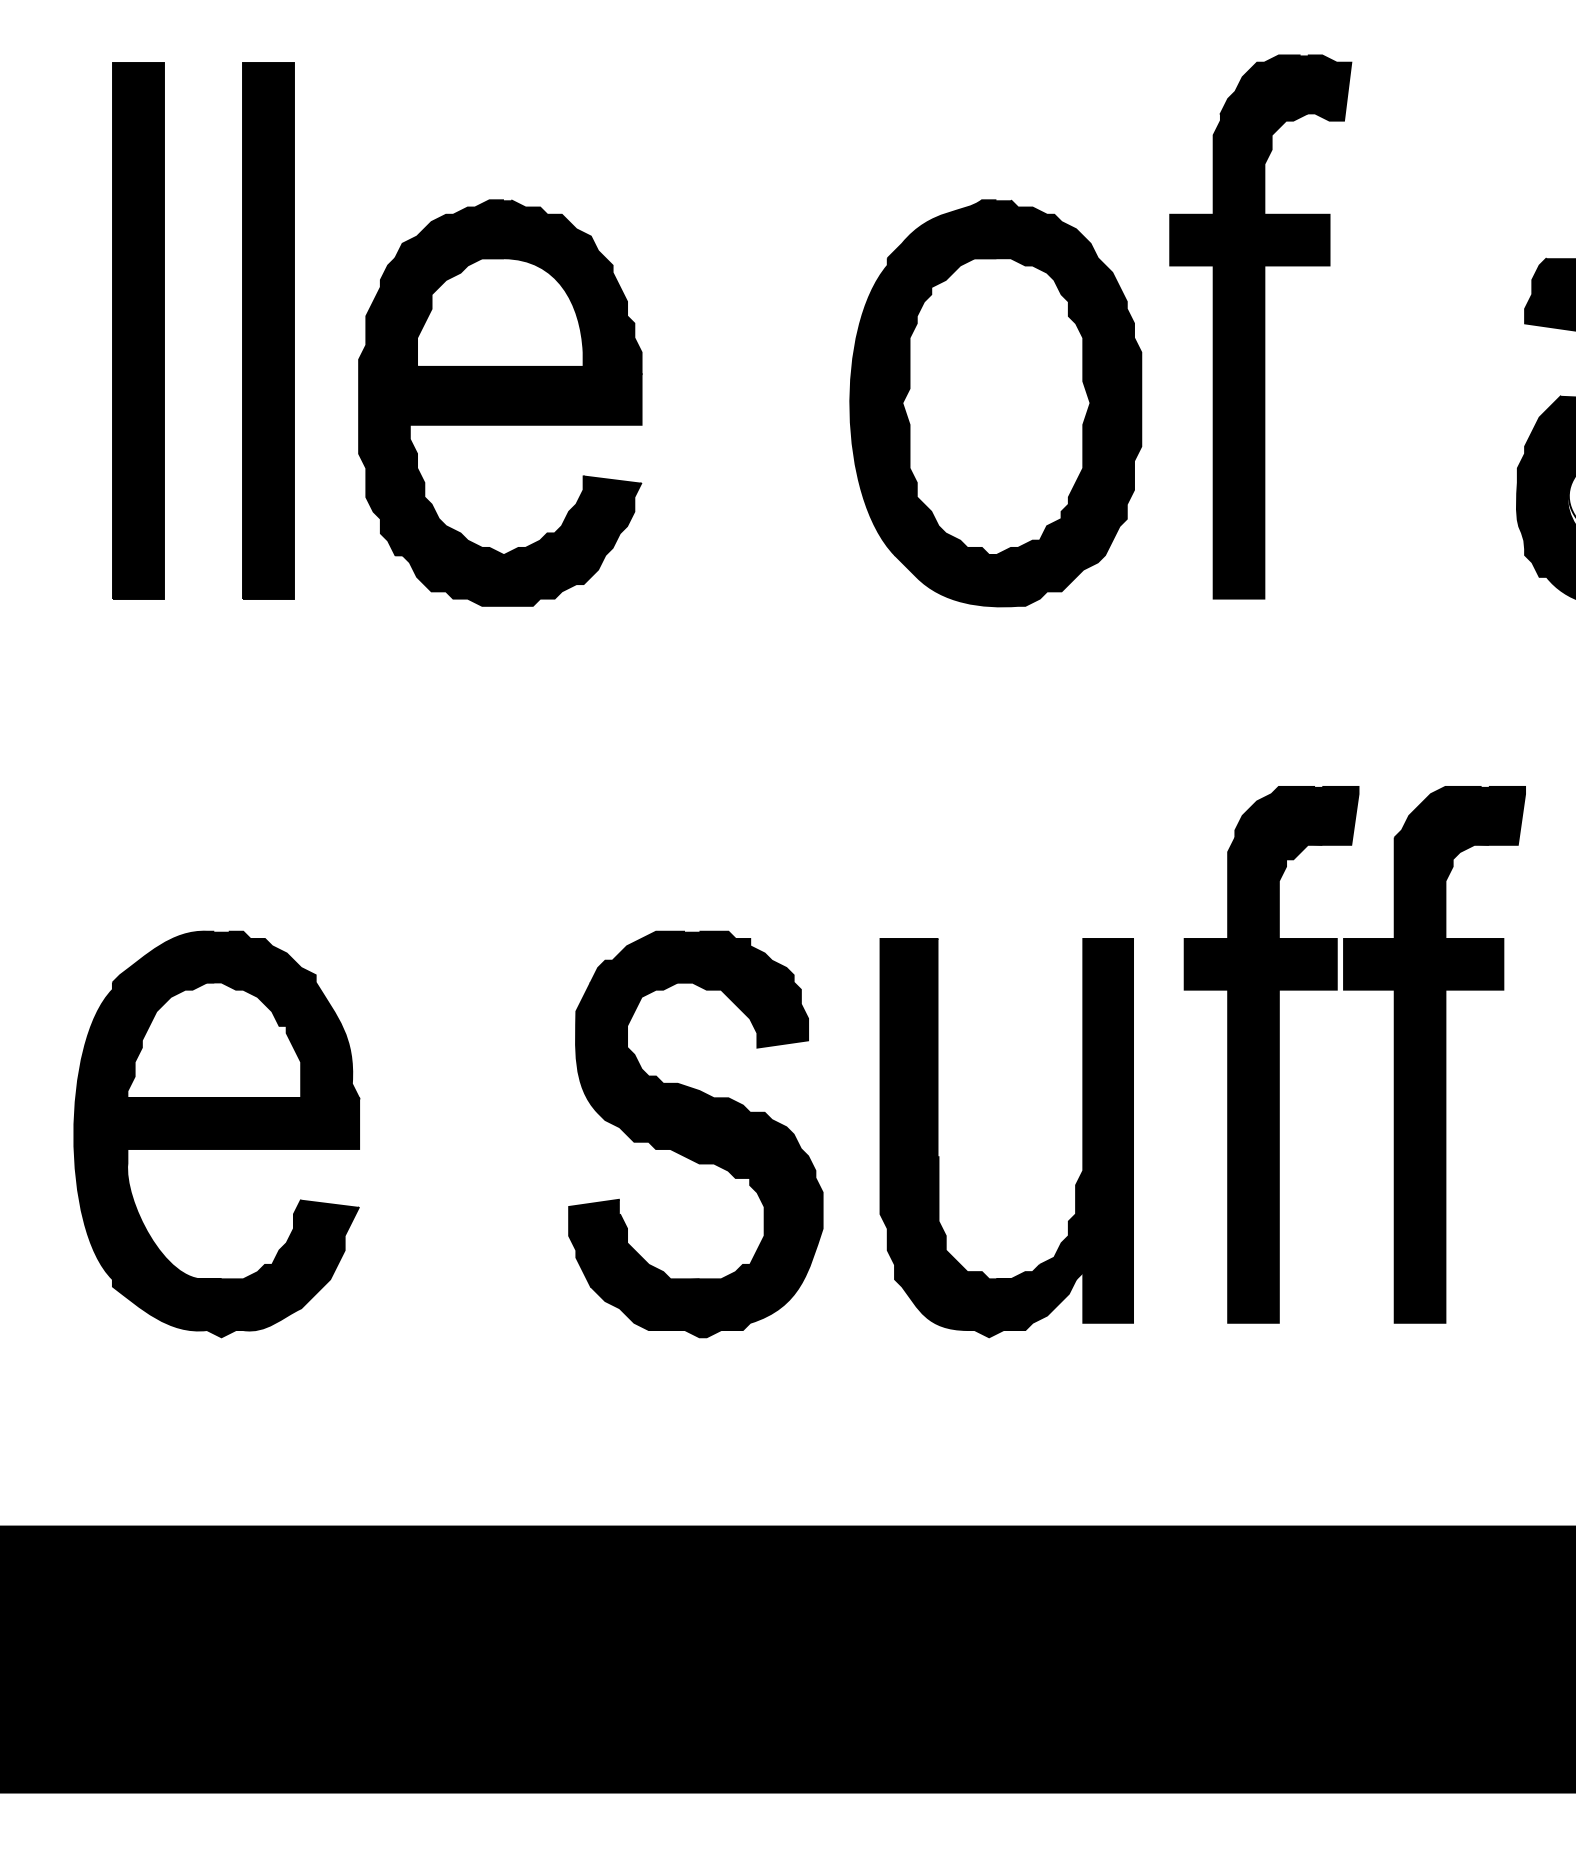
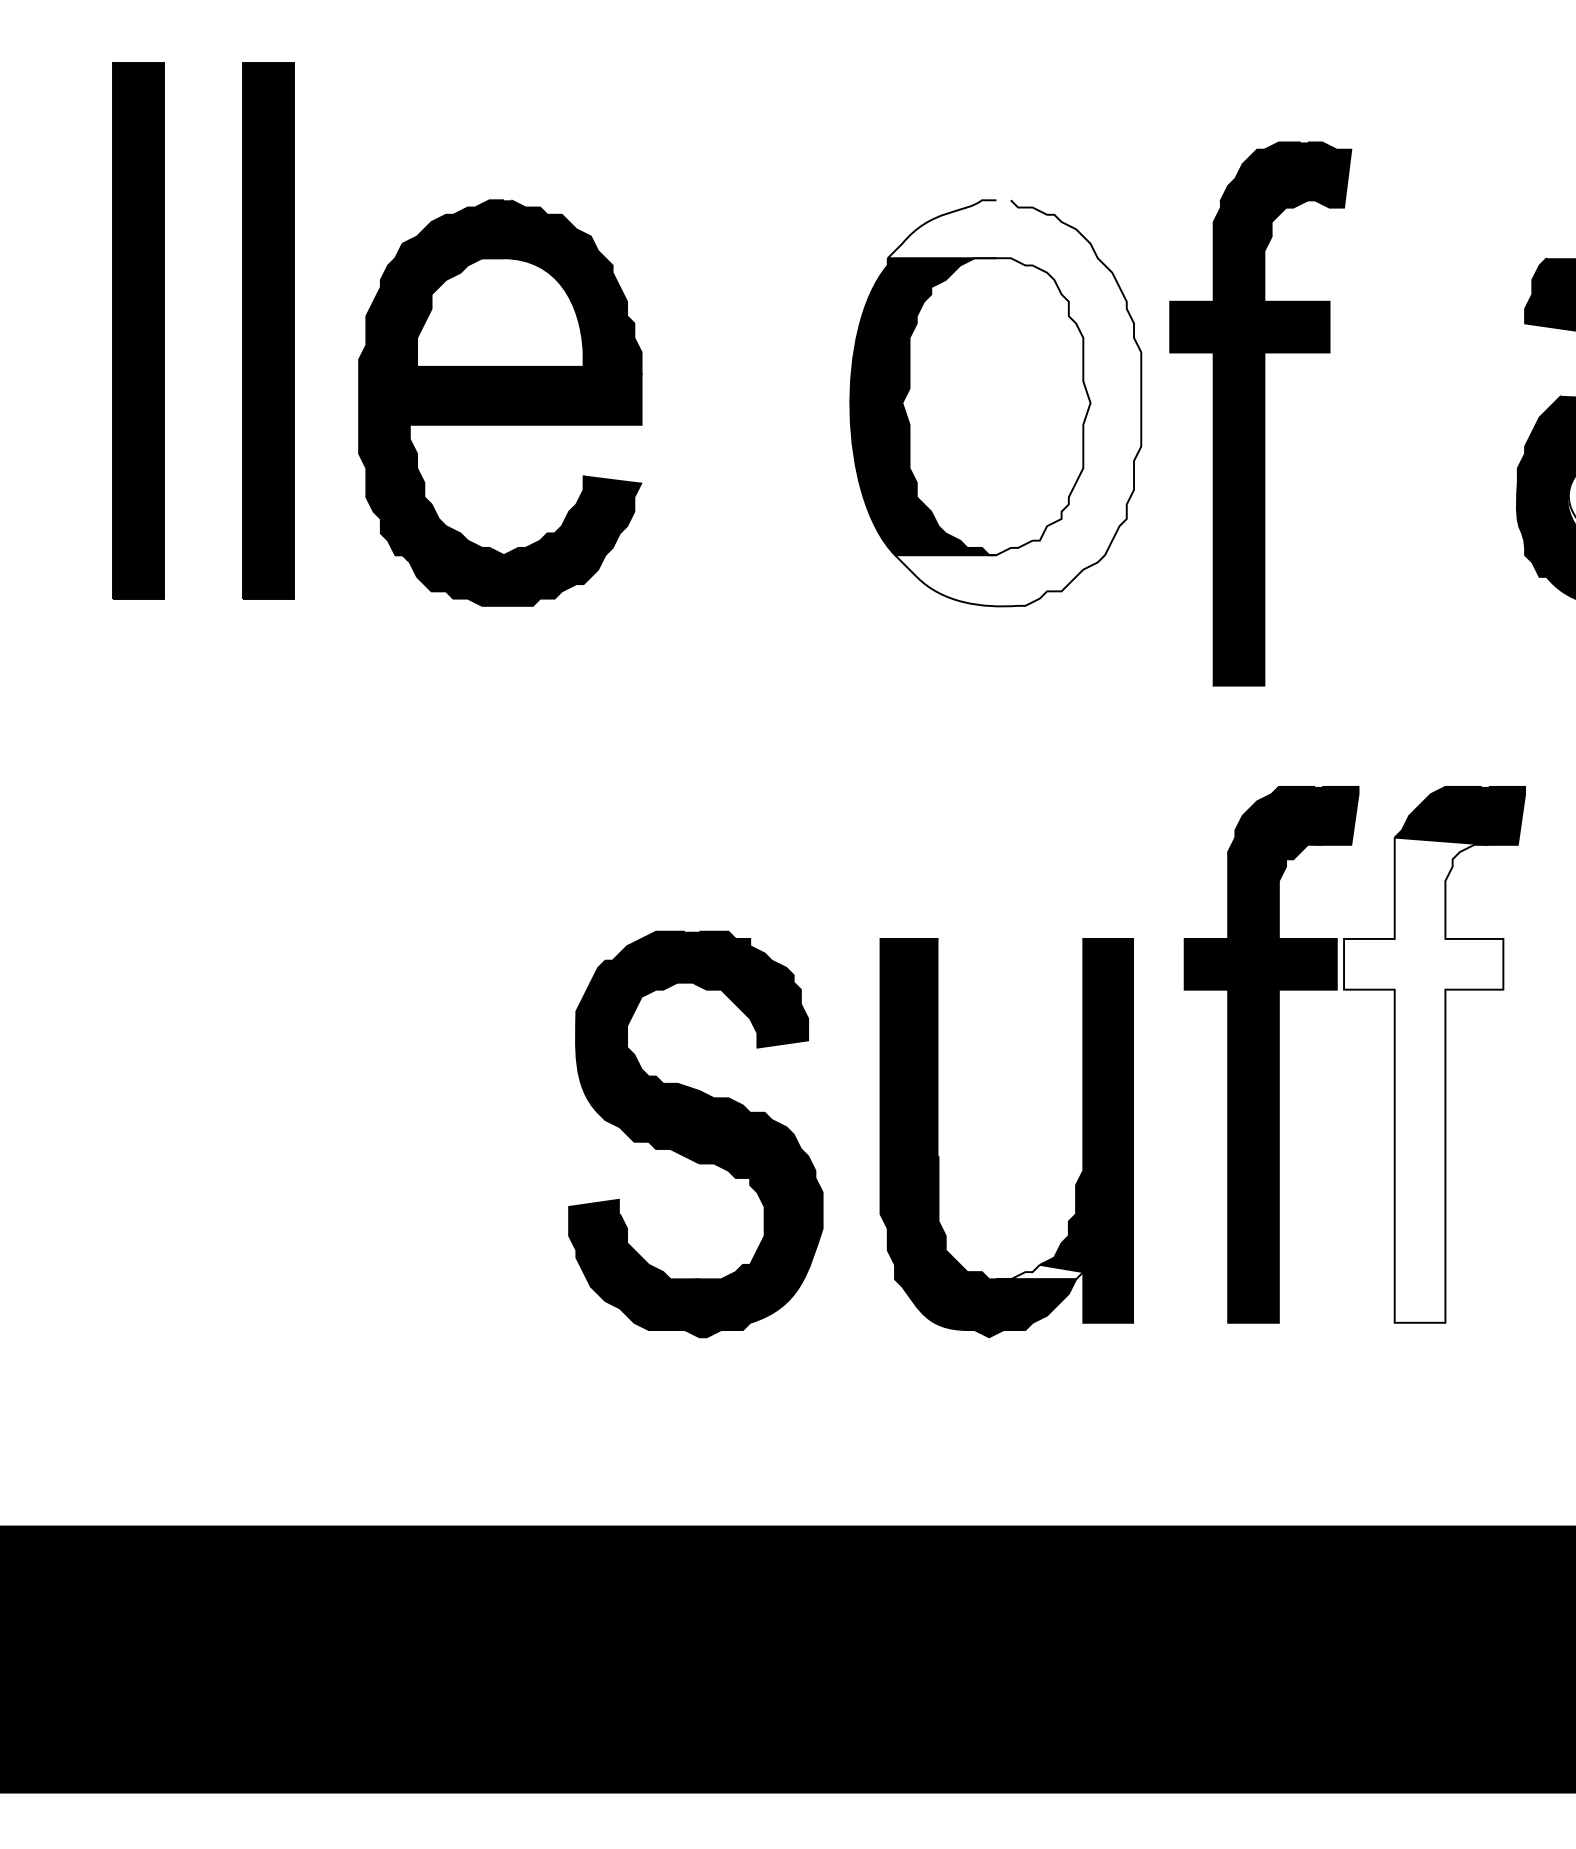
part at (1260, 326) position: (1260, 326) -> (1260, 413)
fill at (1014, 403): present -> none
fill at (1423, 1079): present -> none
part at (216, 1134): present -> none
fill at (1039, 1271): present -> none
